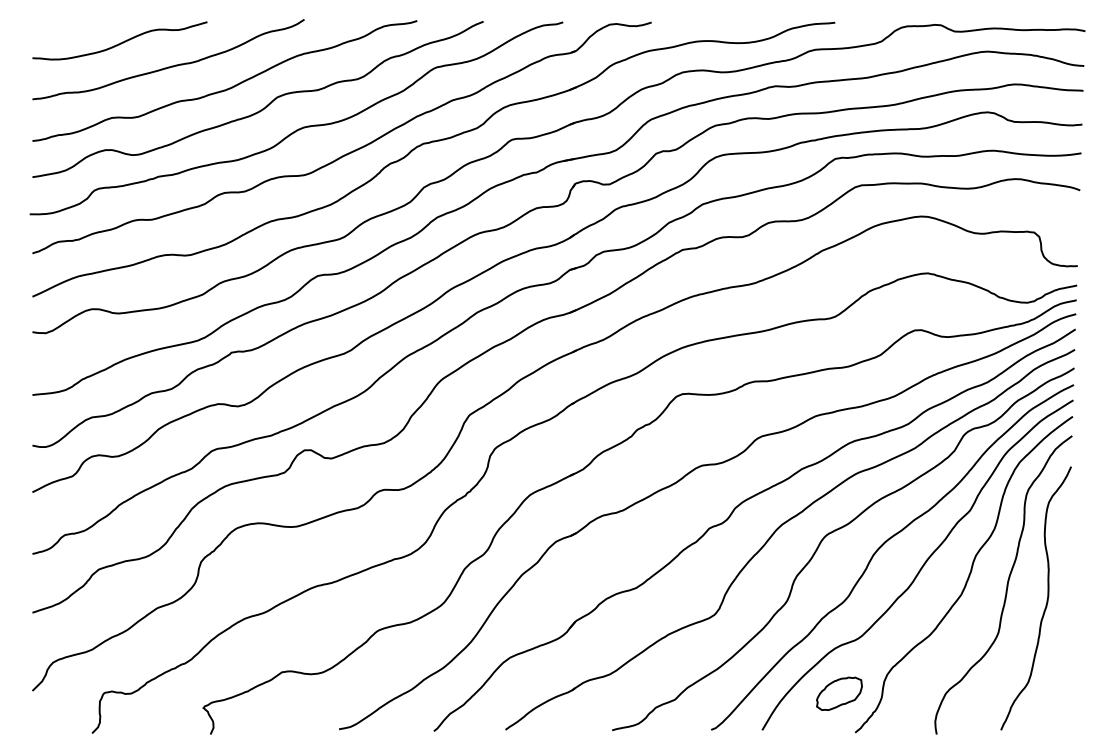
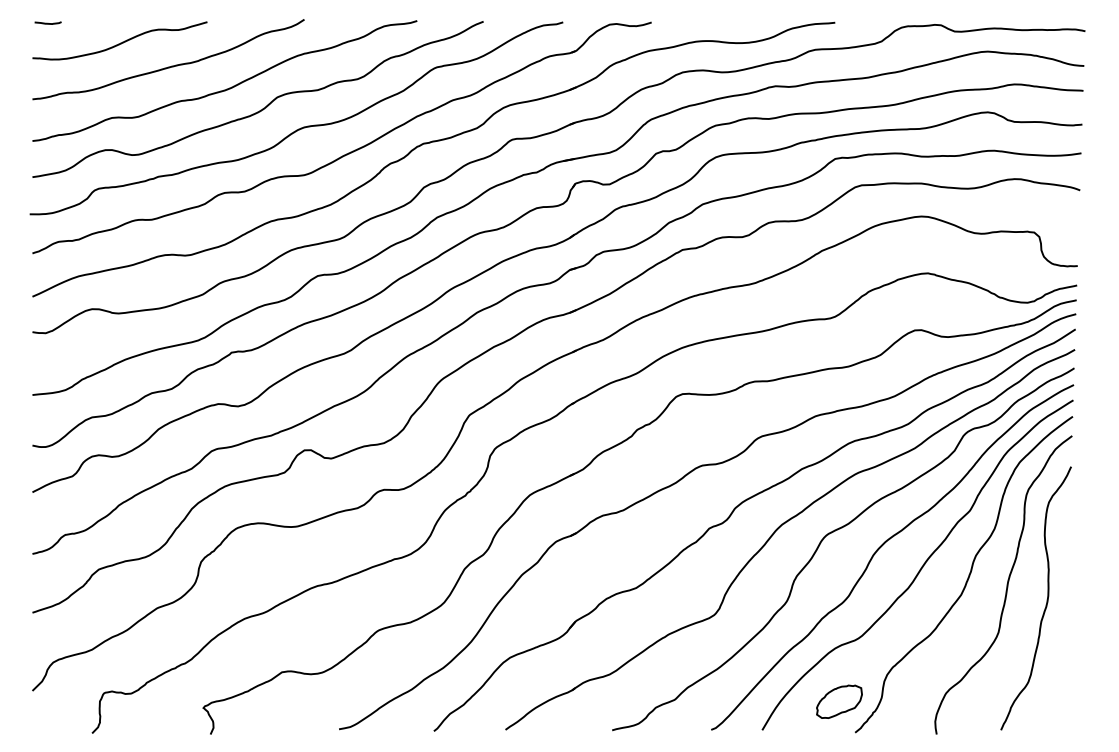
line at (47, 22): none -> present
part at (839, 693) position: (839, 693) -> (839, 701)
